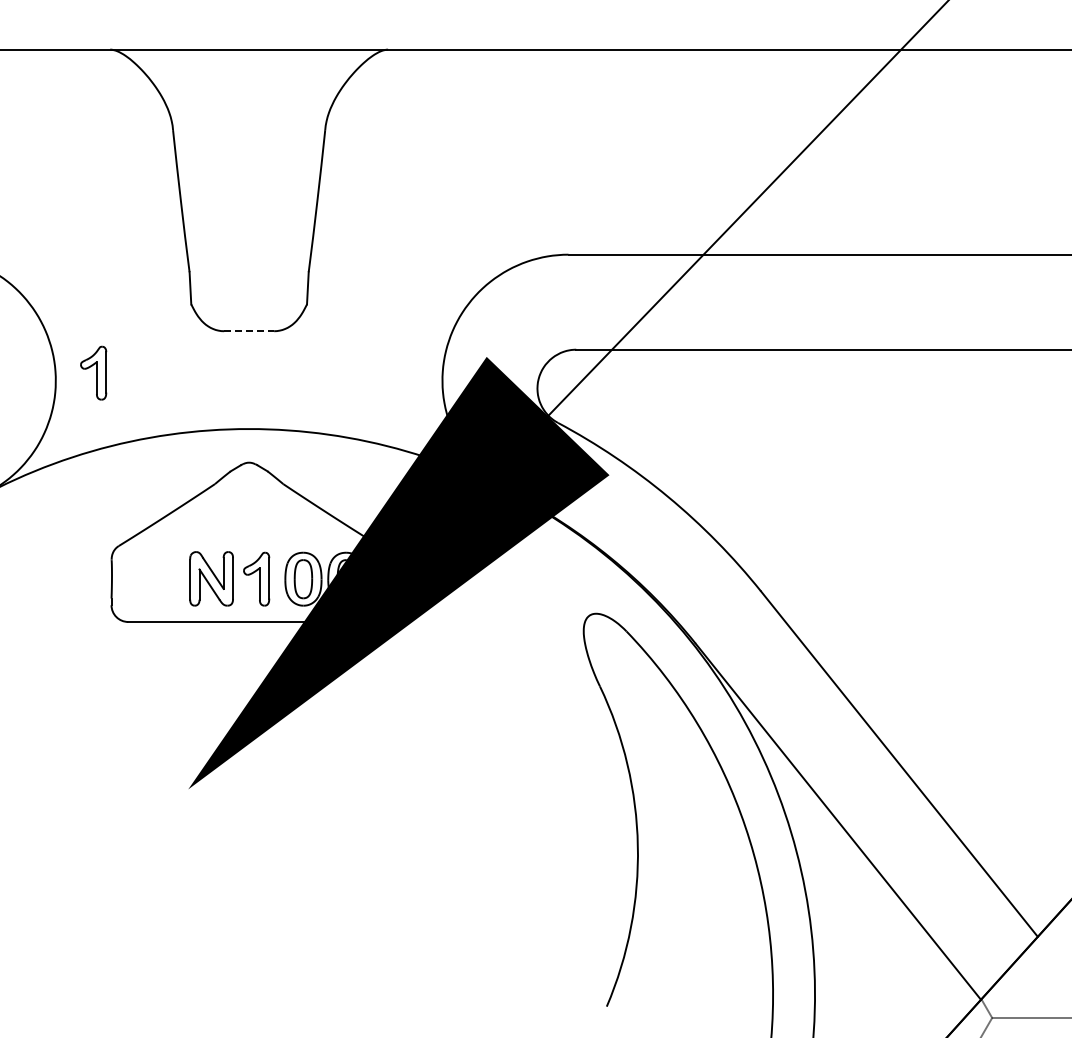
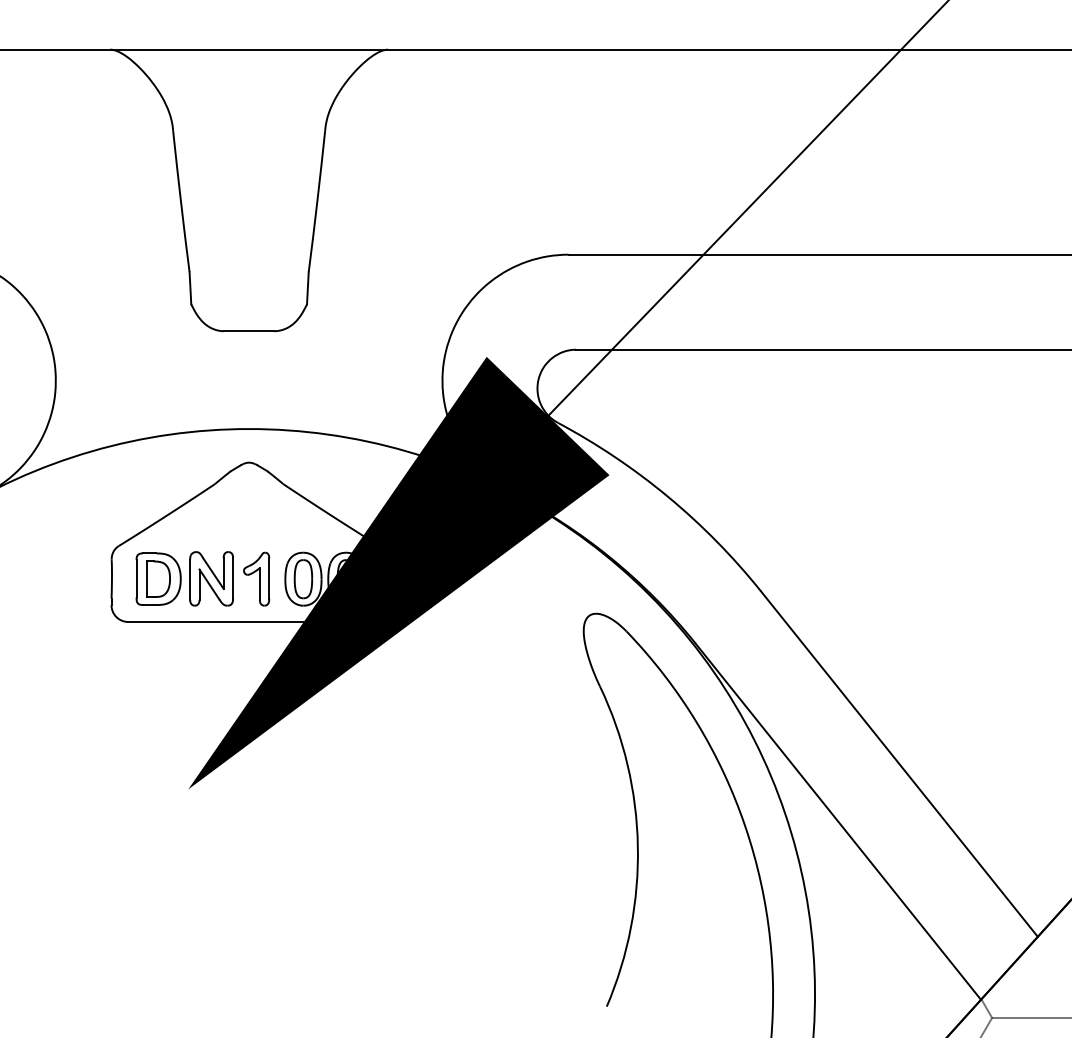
line at (249, 331): dashed -> solid
part at (93, 372): present -> none
part at (158, 578): none -> present
